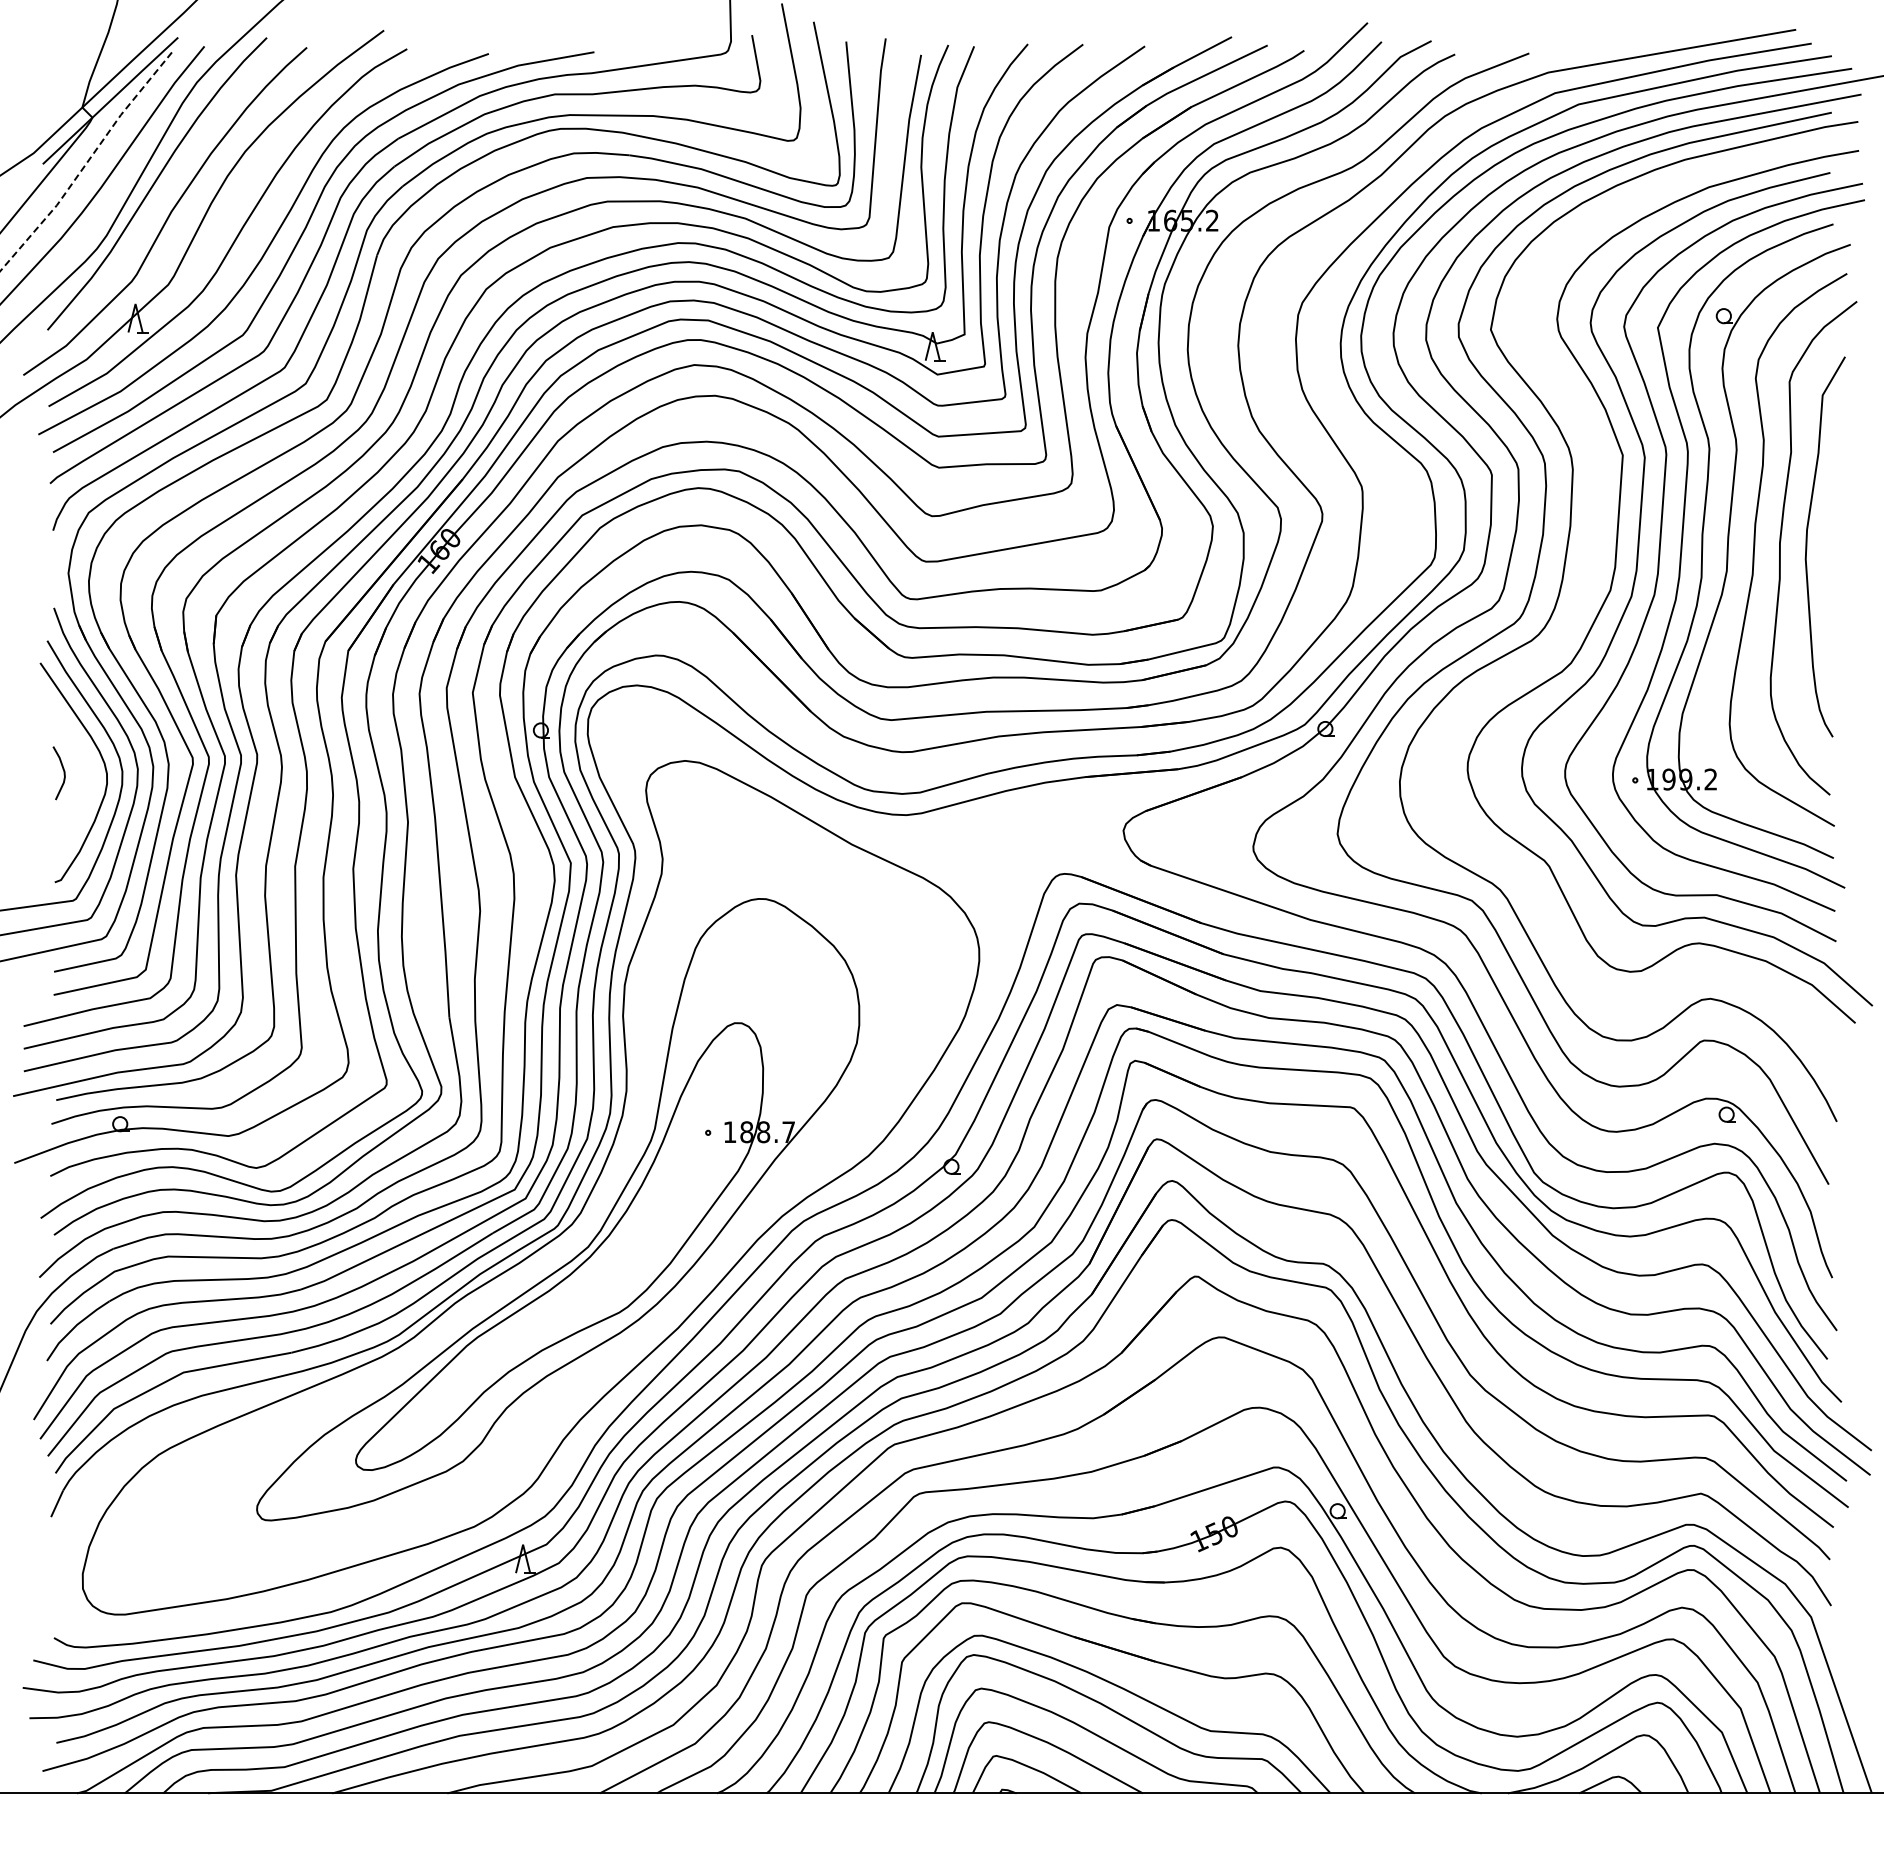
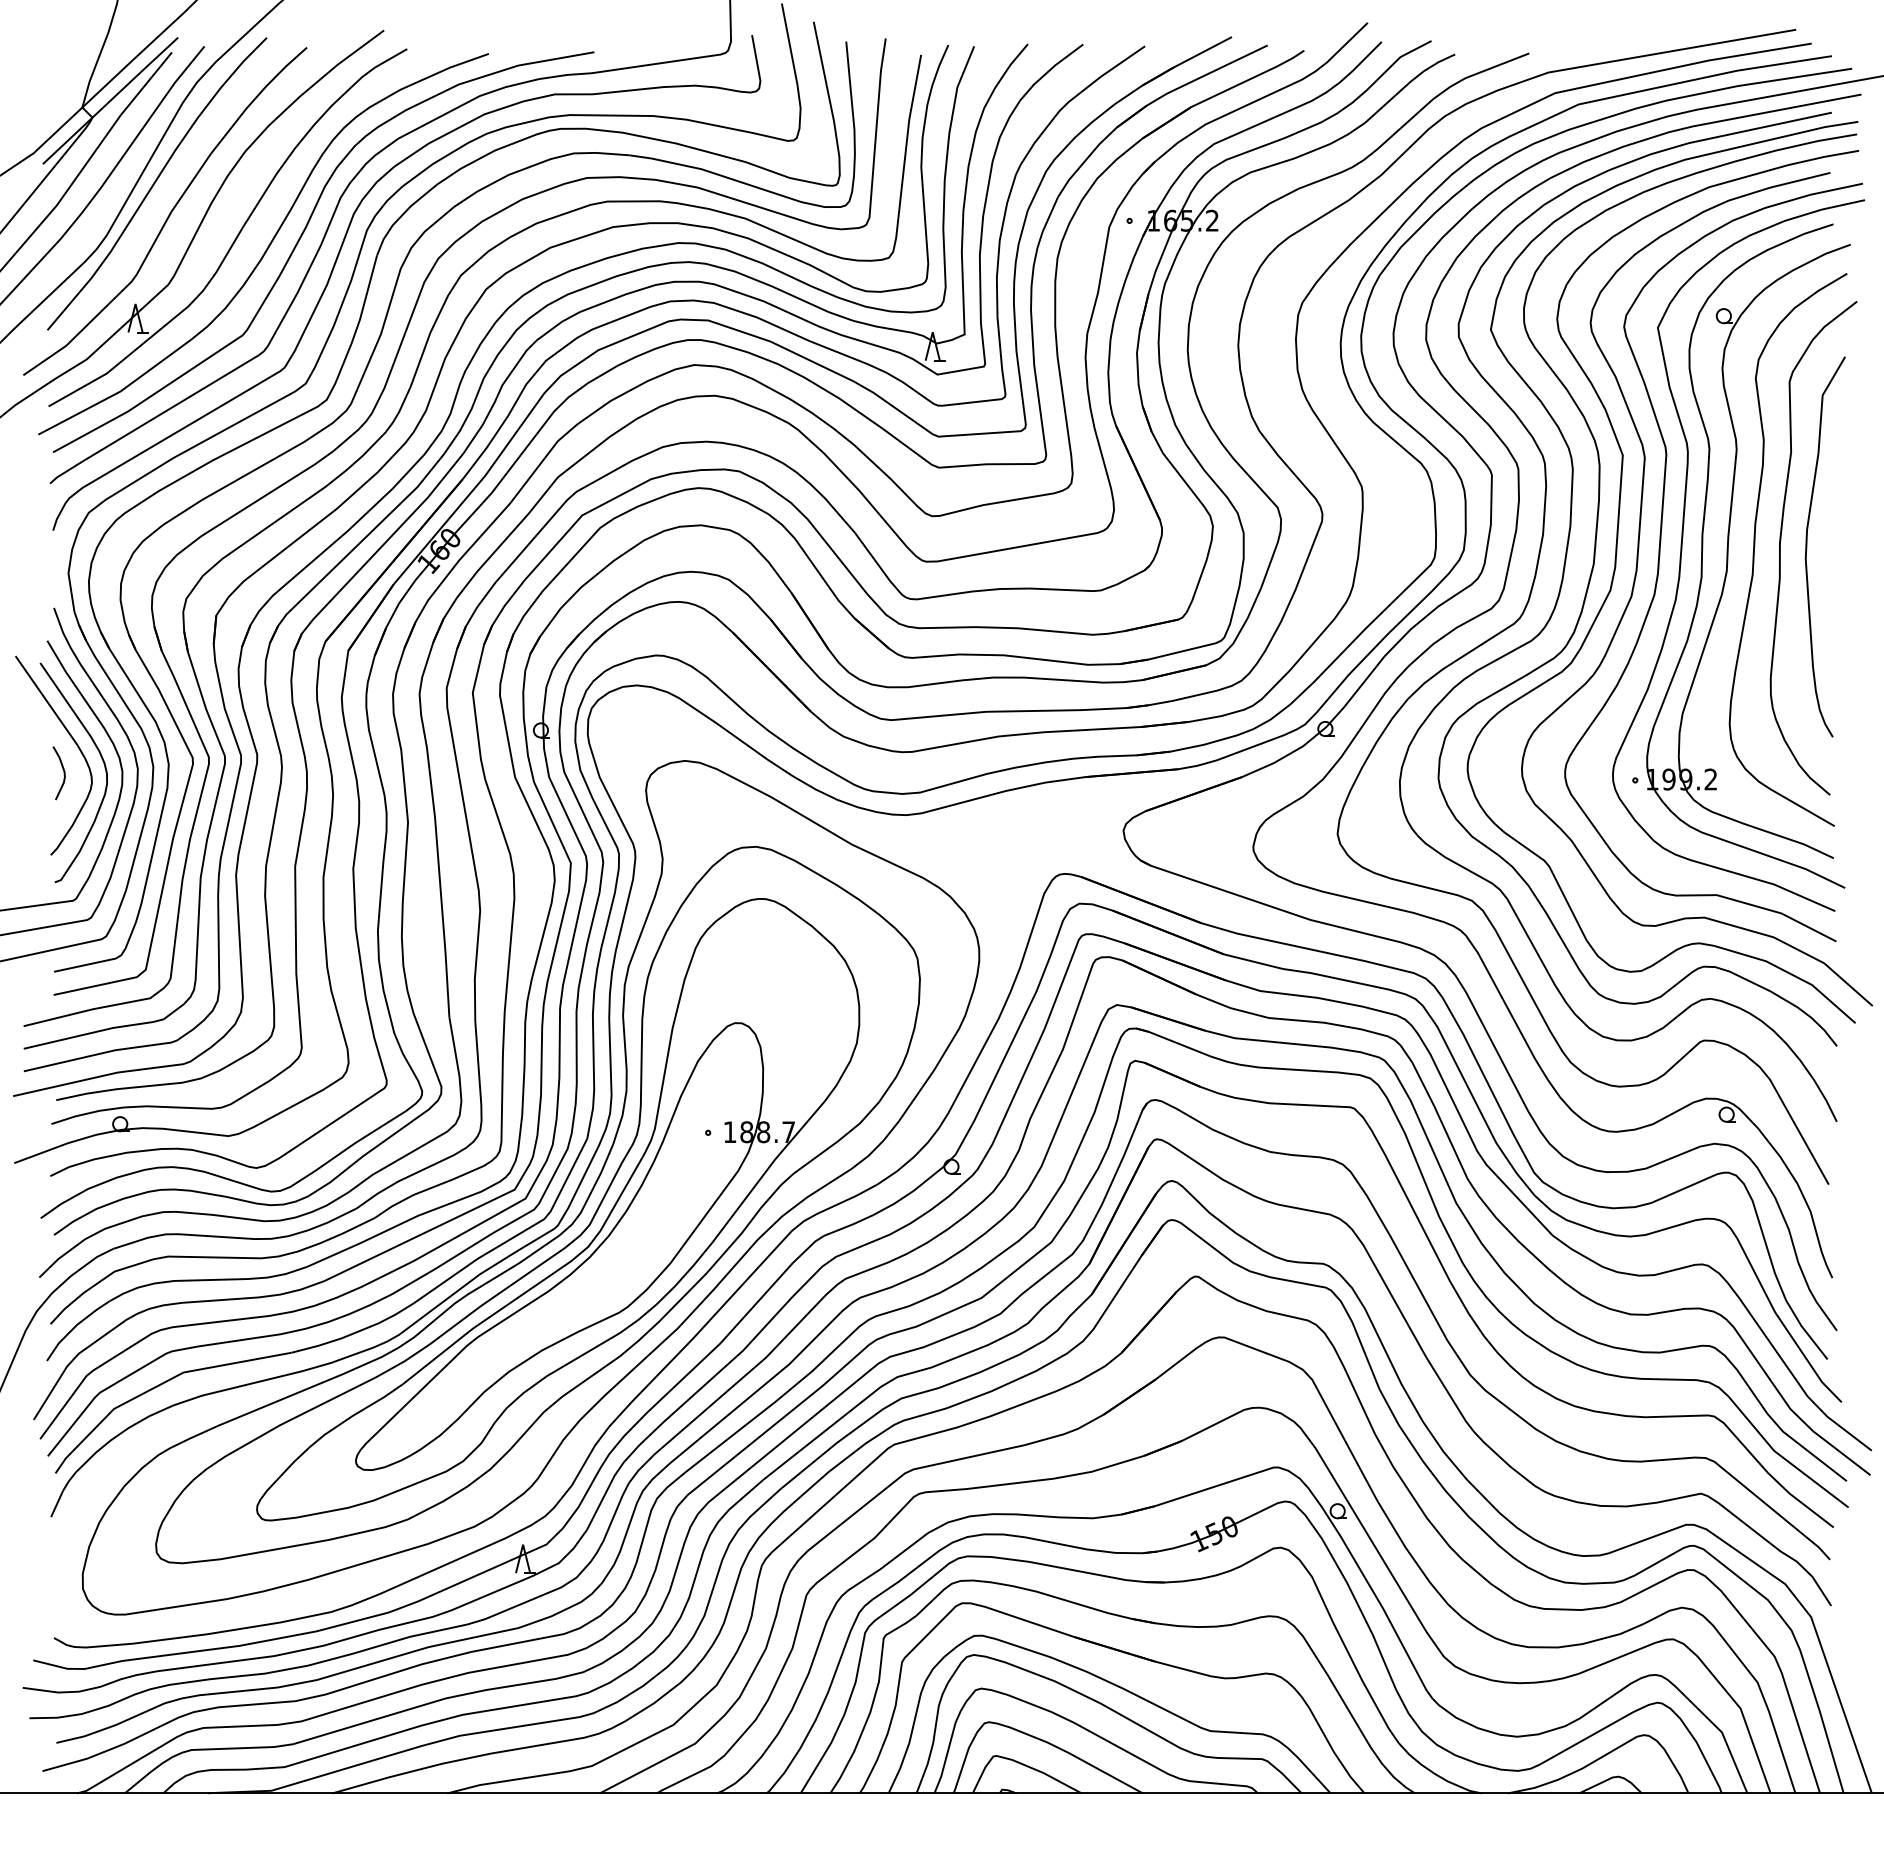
line at (86, 163): dashed -> solid
curve at (1592, 574): none -> present
curve at (73, 741): none -> present
part at (568, 1243): none -> present
